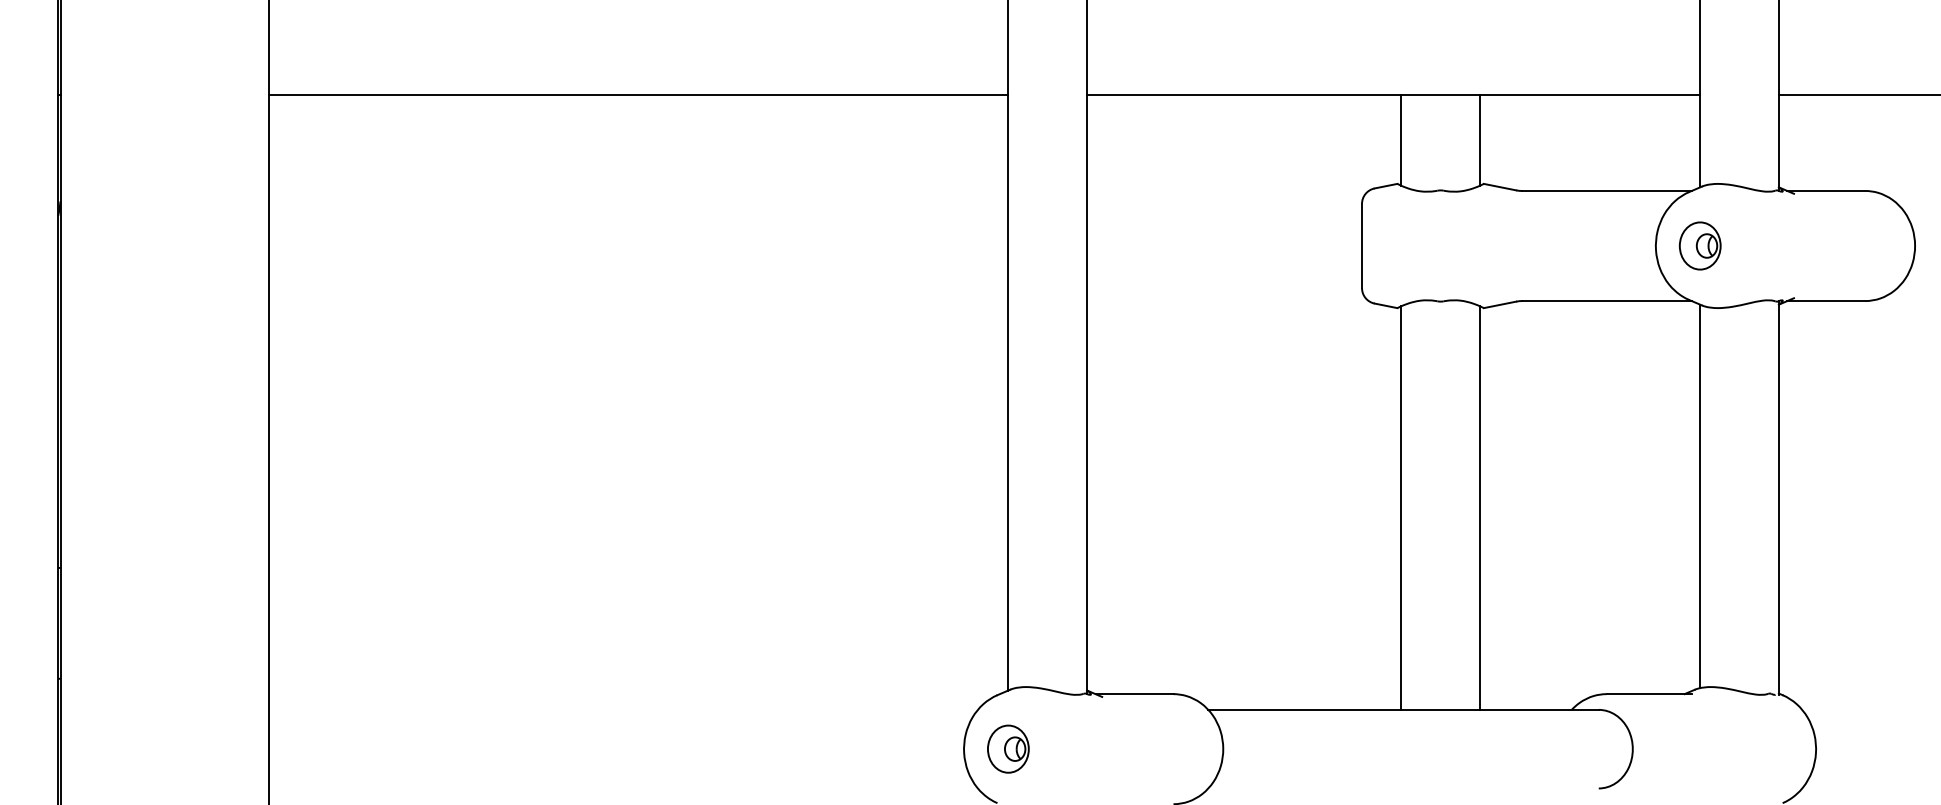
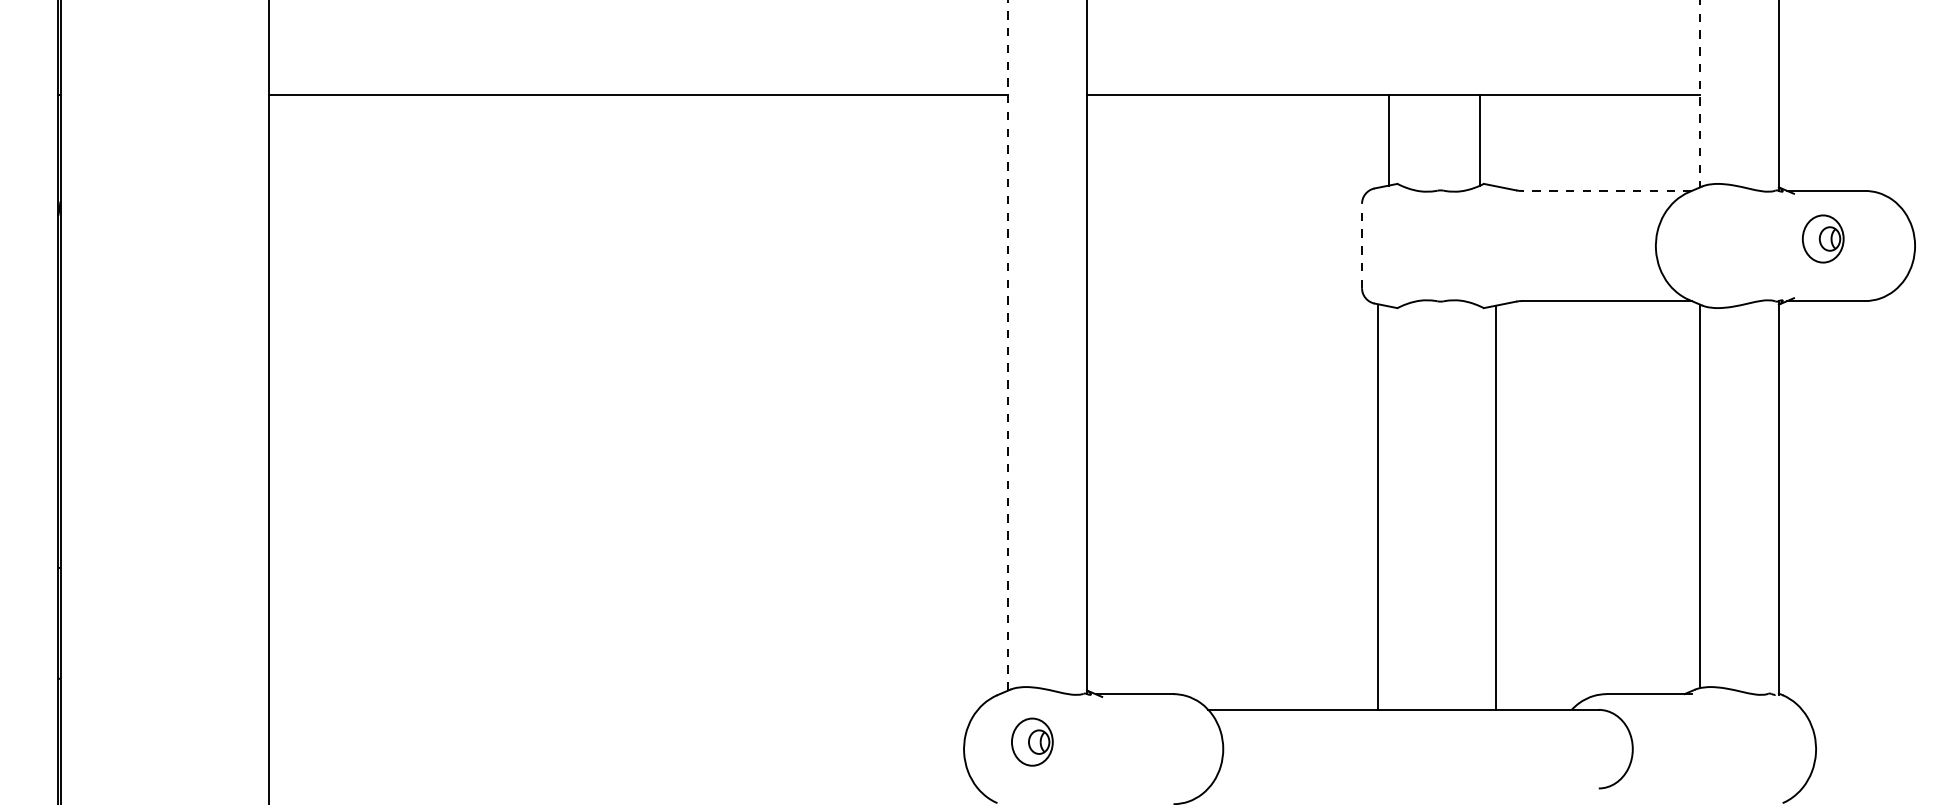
line at (1700, 94): solid -> dashed
line at (1857, 95): present -> none
line at (1401, 140) position: (1401, 140) -> (1389, 140)
line at (1607, 190): solid -> dashed
line at (1362, 245): solid -> dashed
part at (1699, 245) position: (1699, 245) -> (1822, 238)
line at (1008, 344): solid -> dashed
line at (1401, 507) position: (1401, 507) -> (1378, 507)
line at (1479, 507) position: (1479, 507) -> (1495, 507)
part at (1008, 748) position: (1008, 748) -> (1032, 741)
